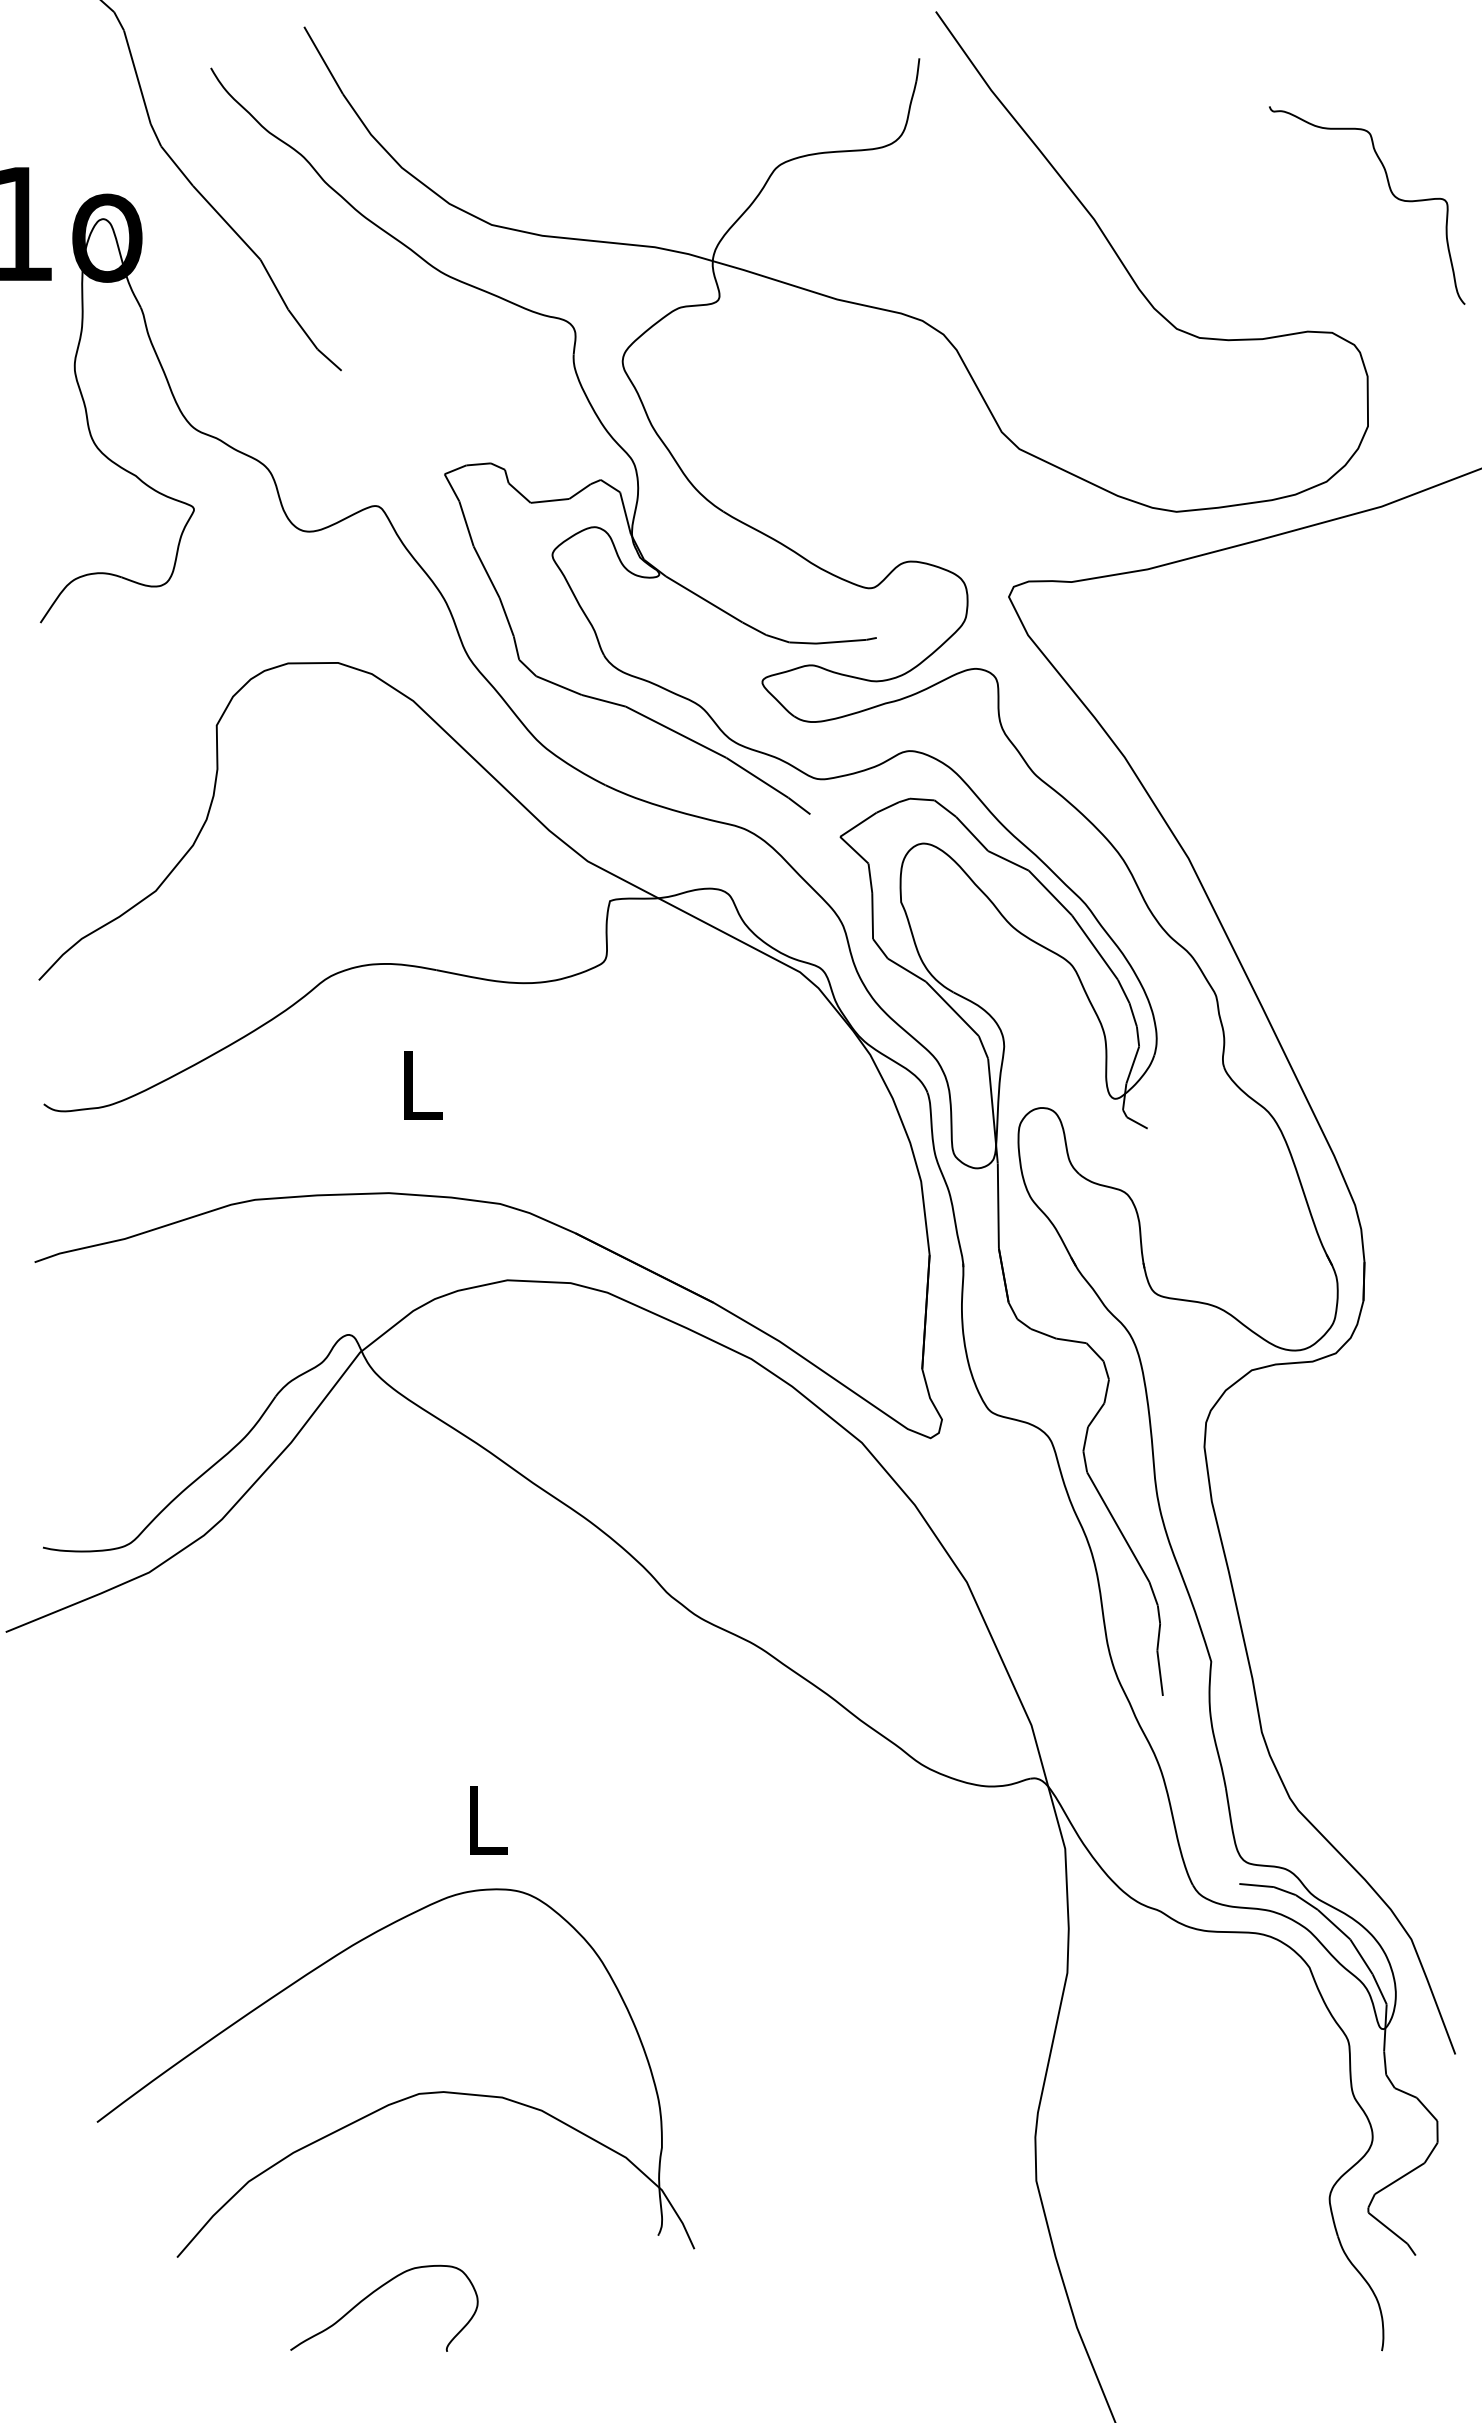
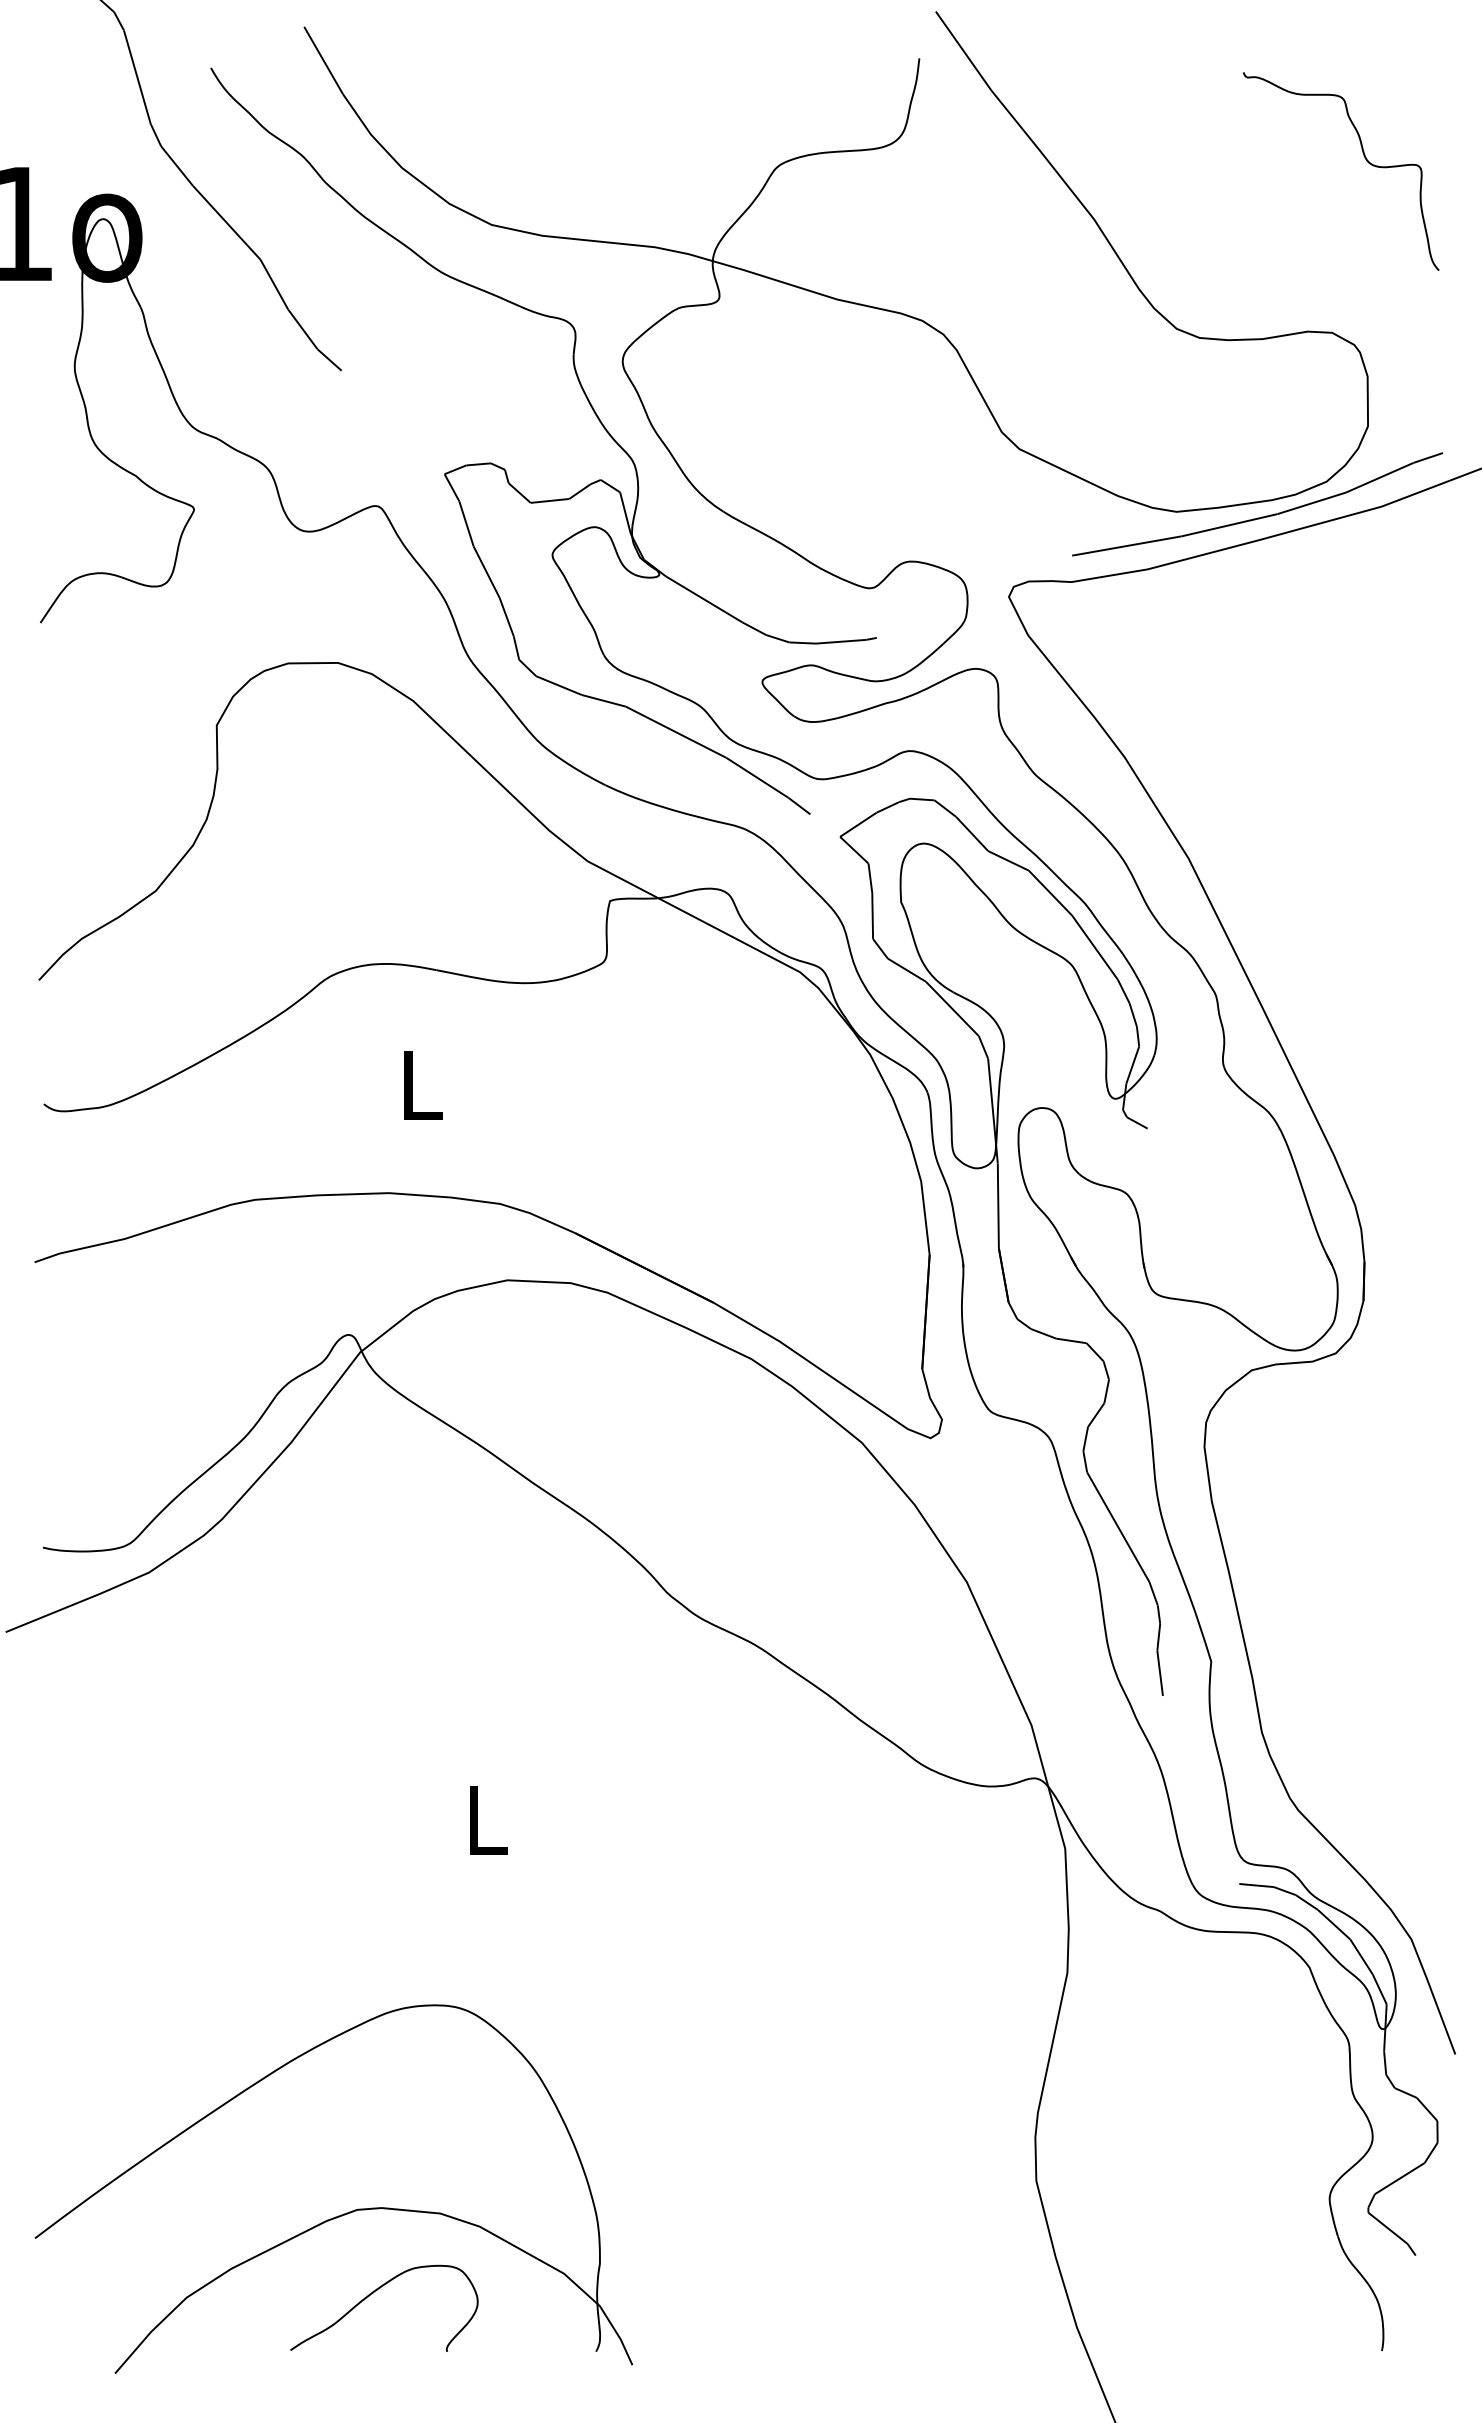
curve at (1390, 192) position: (1390, 192) -> (1364, 158)
curve at (1261, 516): none -> present
part at (405, 2097) position: (405, 2097) -> (343, 2213)
